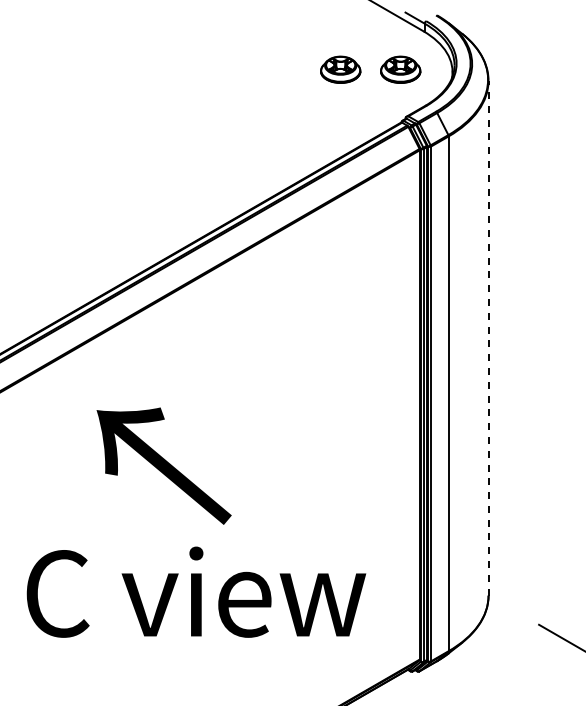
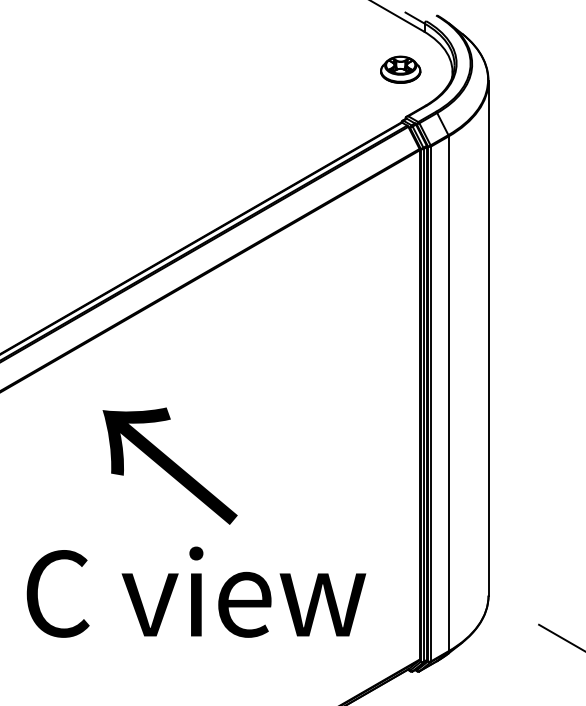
part at (340, 69): present -> none
line at (488, 337): dashed -> solid
text at (163, 465) position: (163, 465) -> (169, 465)
